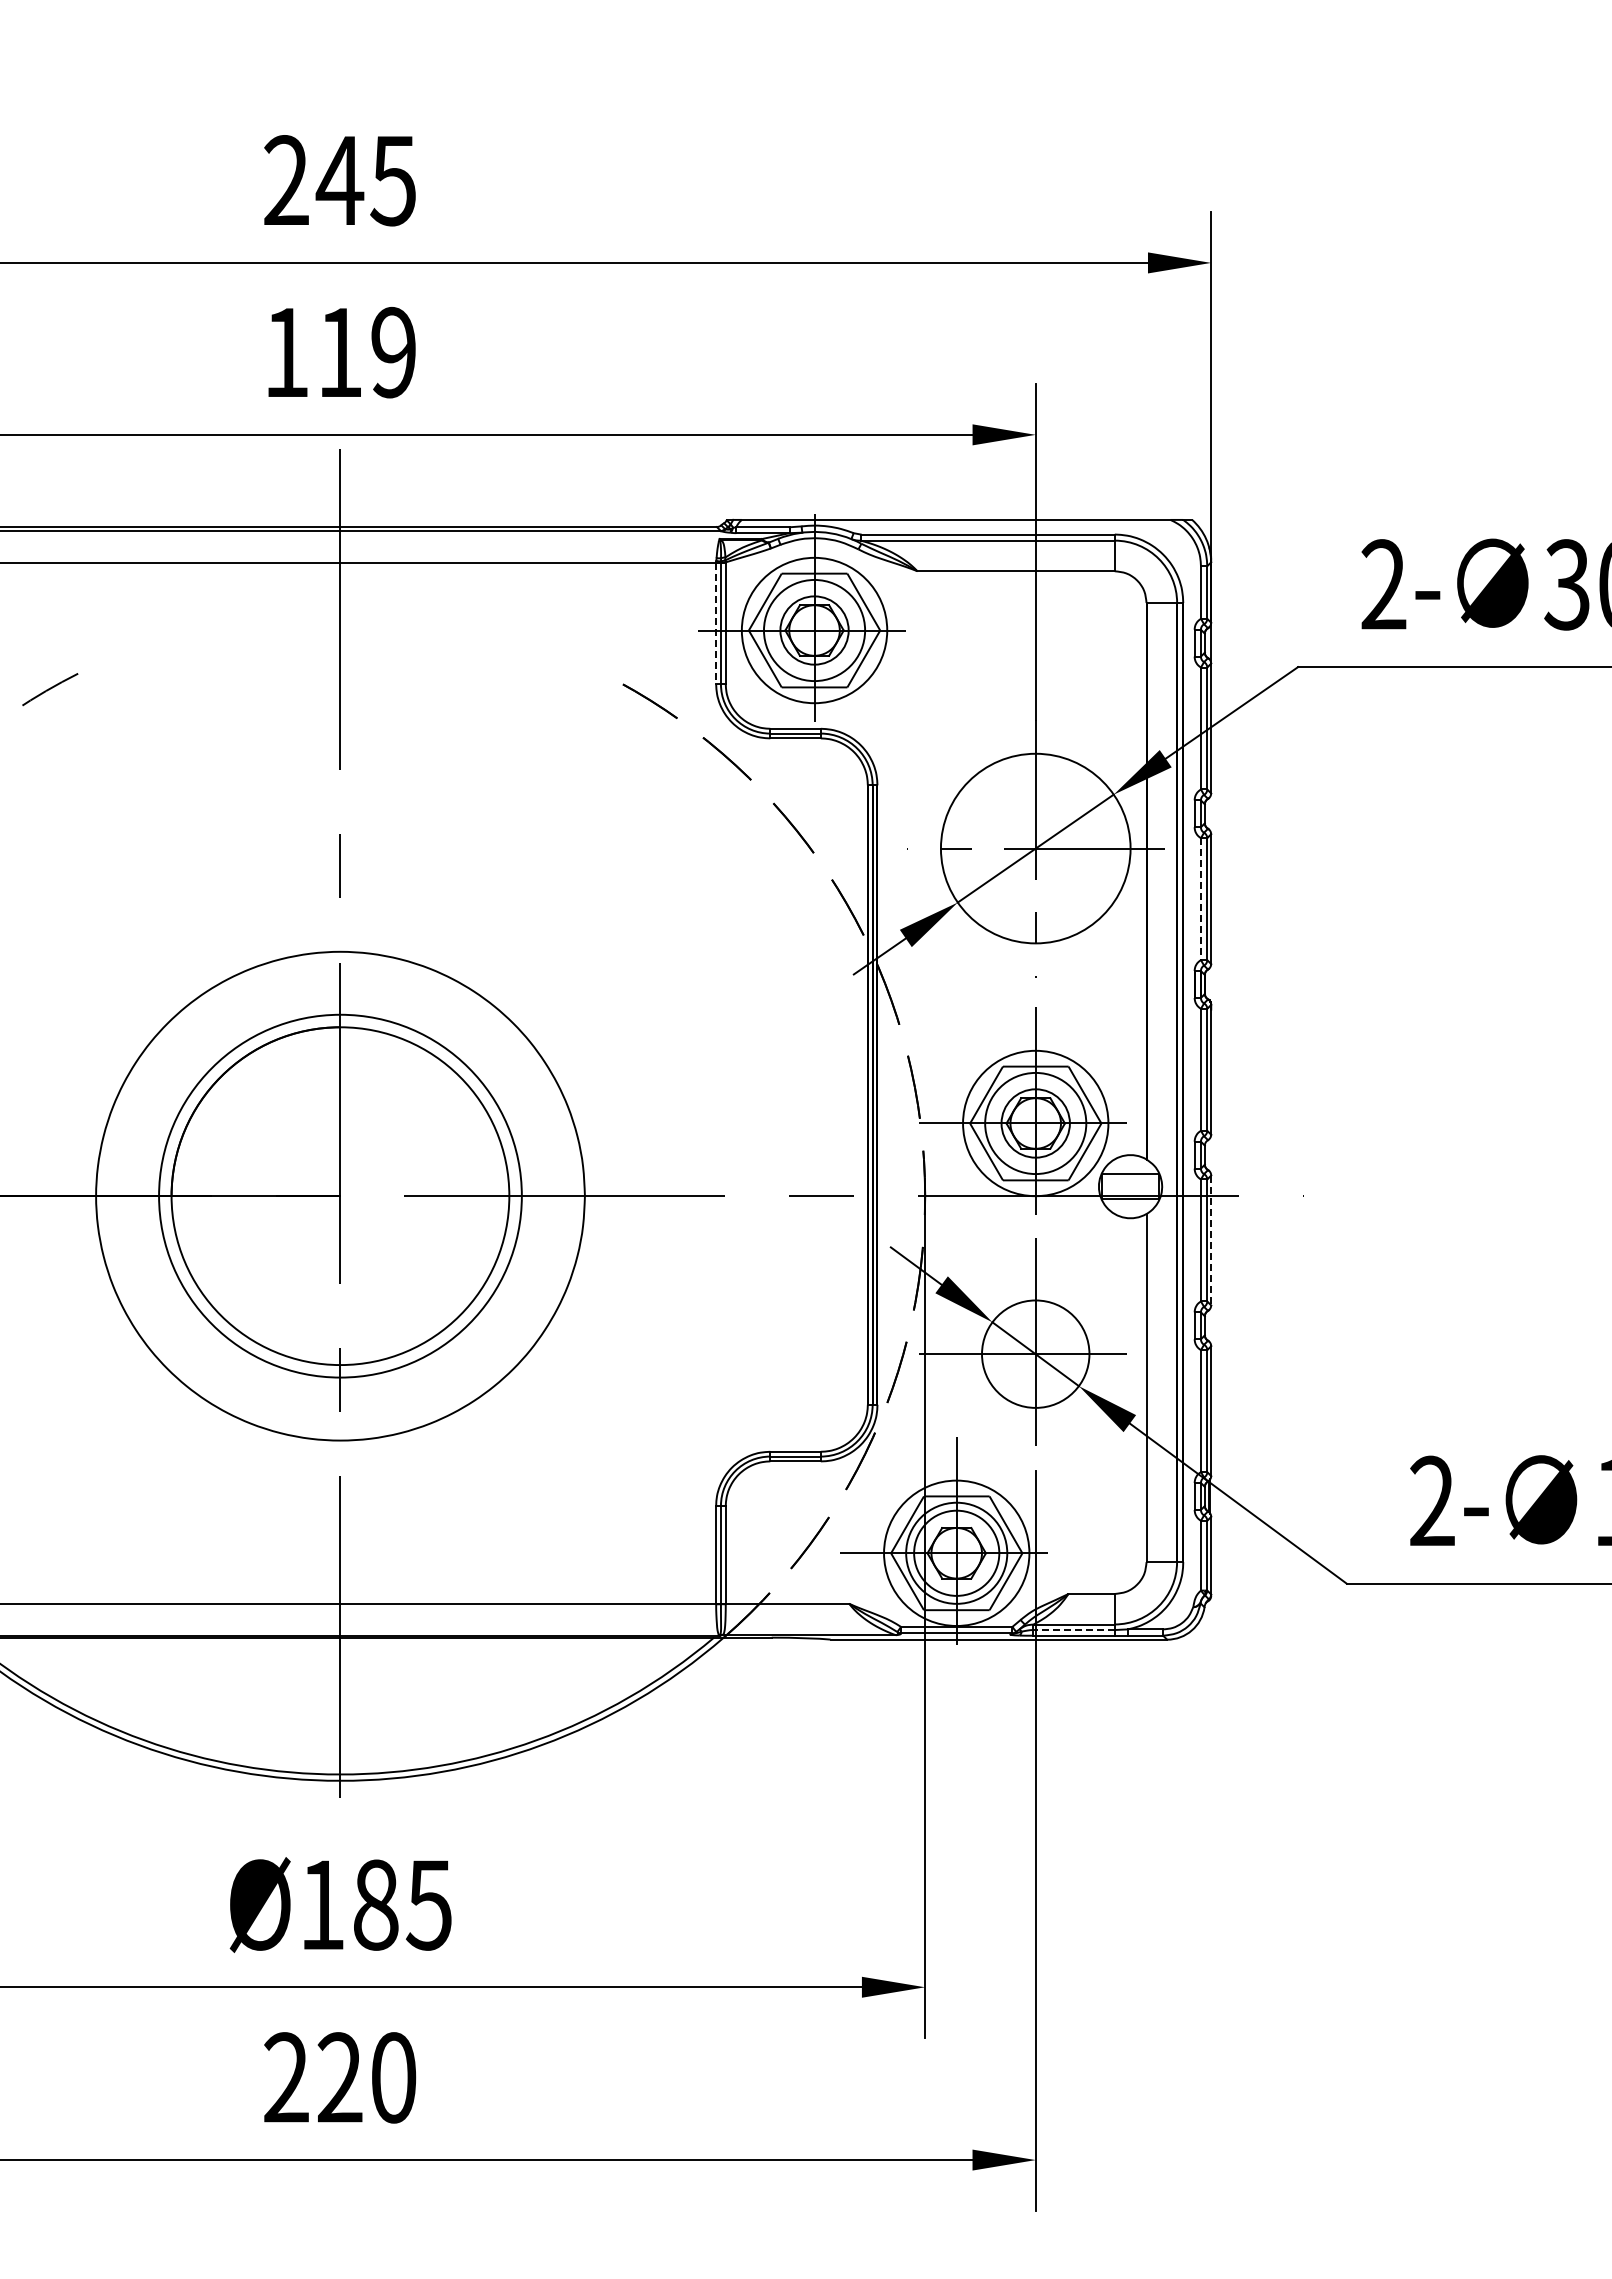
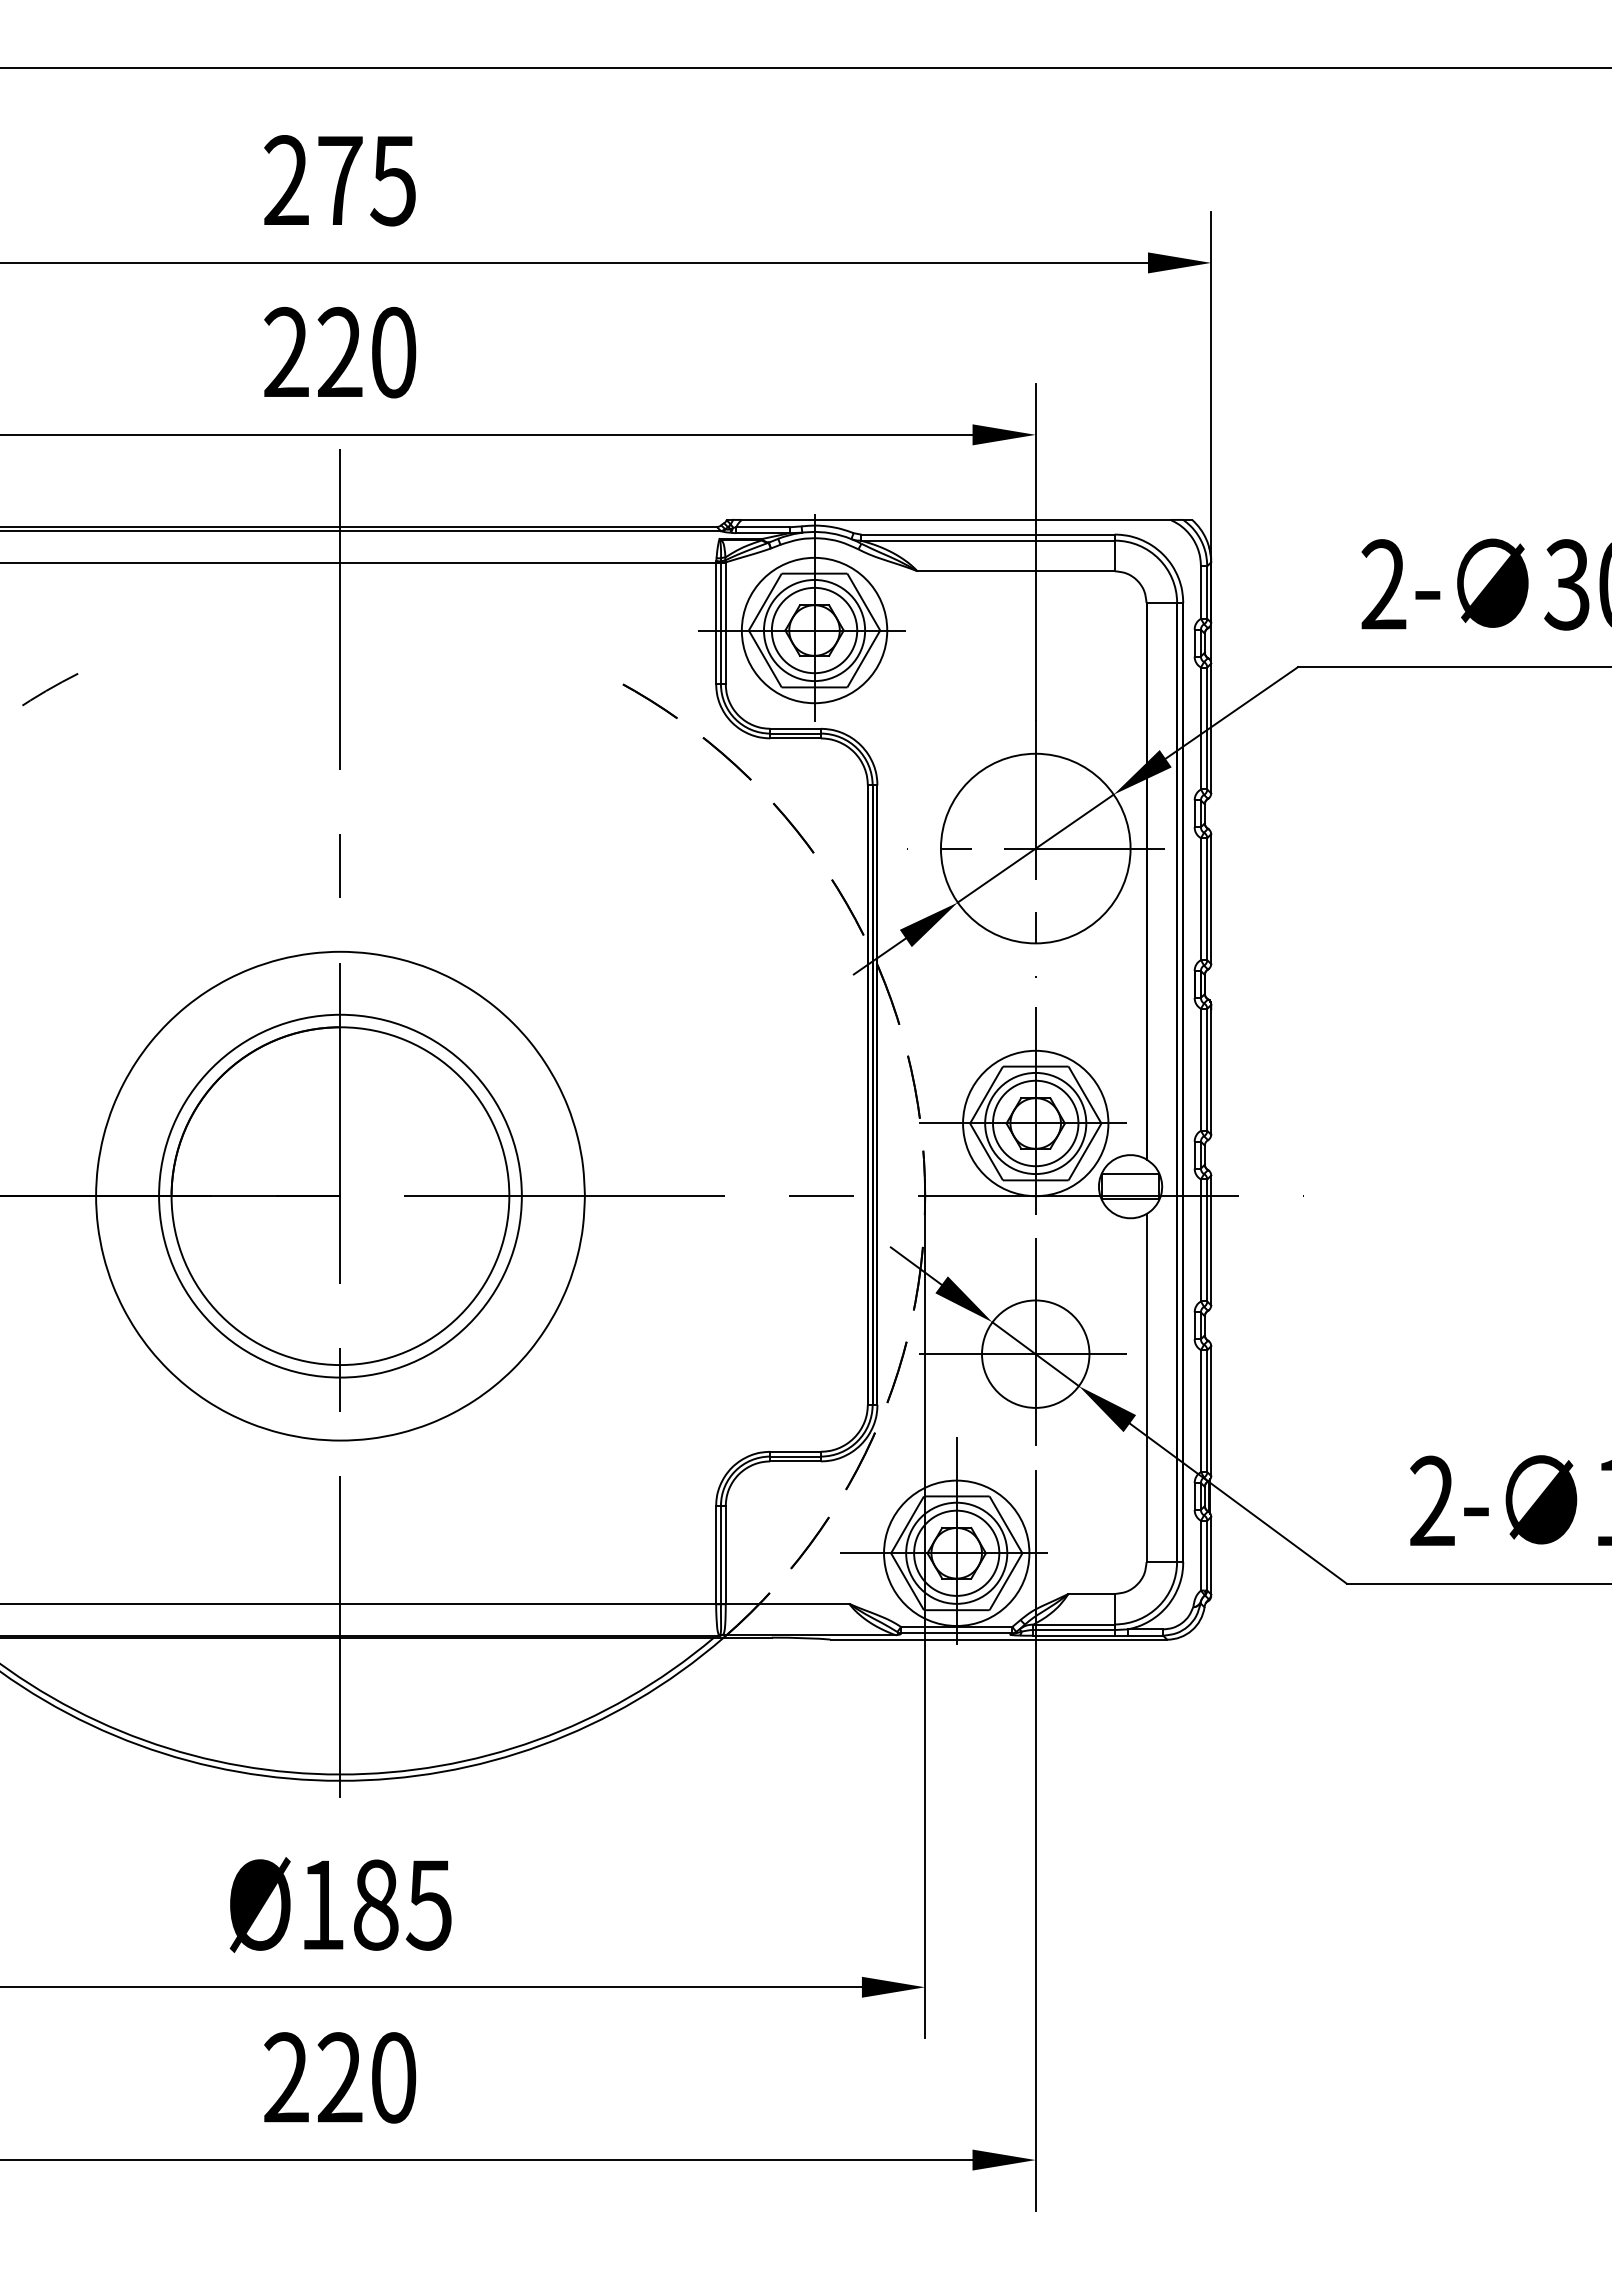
line at (805, 68): none -> present
text at (339, 180): 245 -> 275
text at (340, 352): 119 -> 220
line at (716, 623): dashed -> solid
circle at (814, 630) diameter: 68 px -> 85 px
line at (1200, 899): dashed -> solid
circle at (1035, 1123) diameter: 68 px -> 85 px
line at (1211, 1240): dashed -> solid
line at (1074, 1630): dashed -> solid
